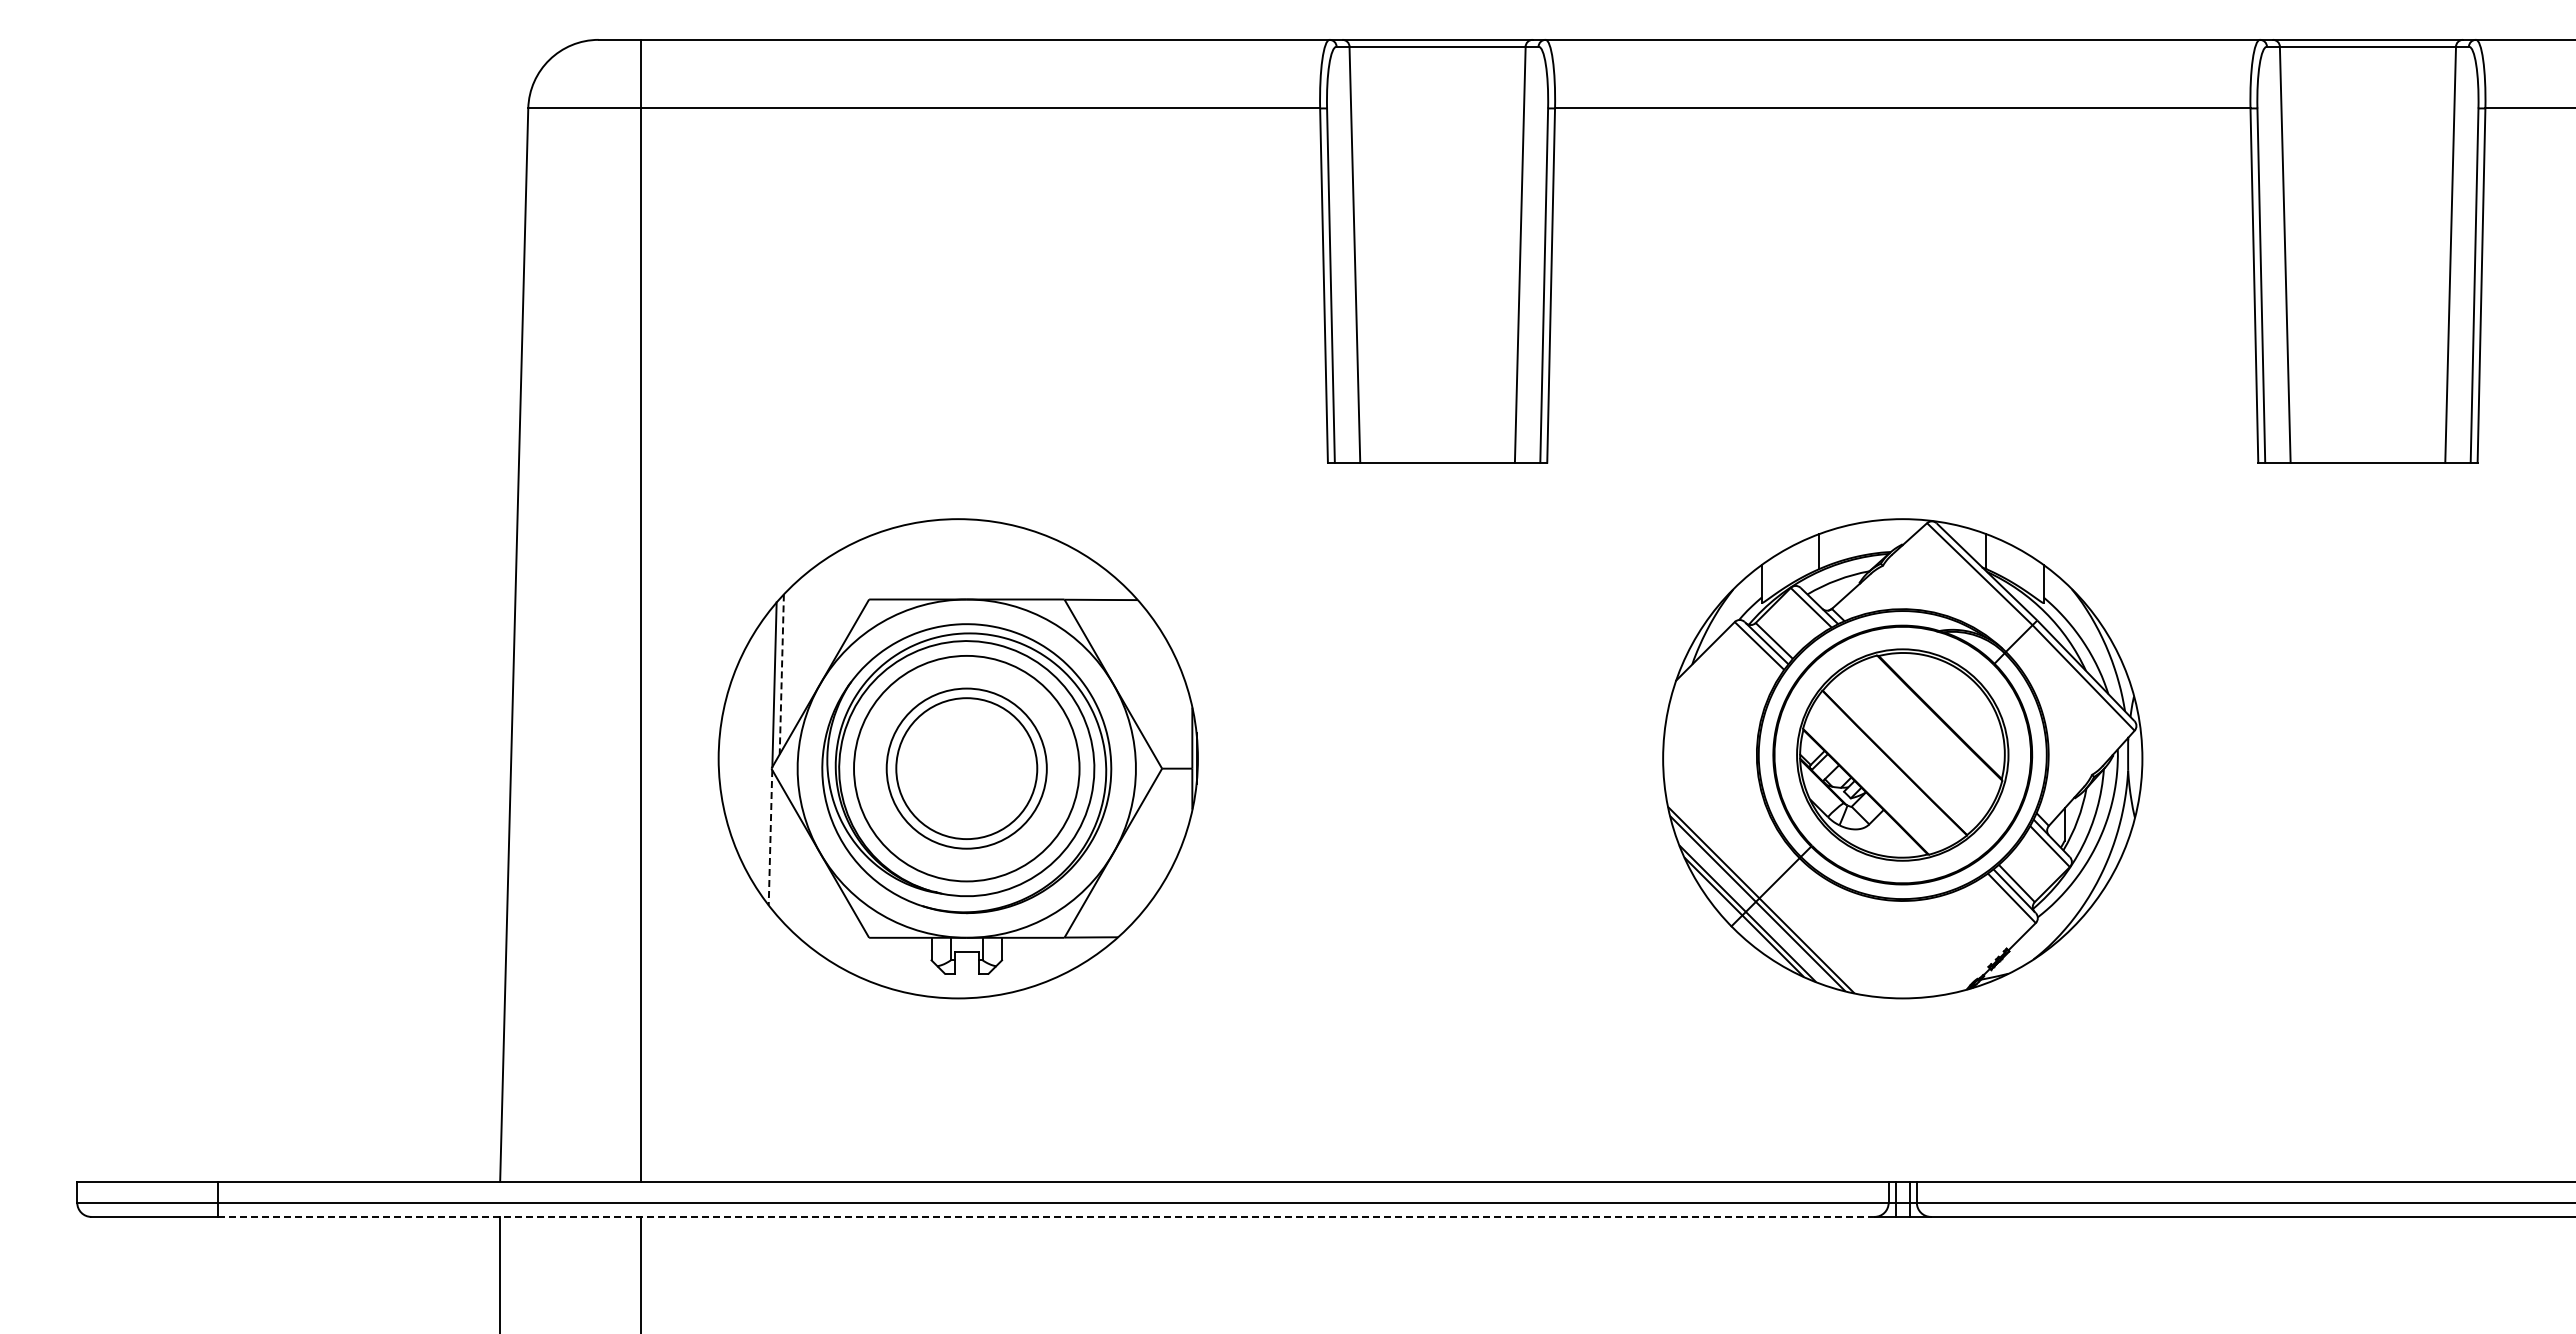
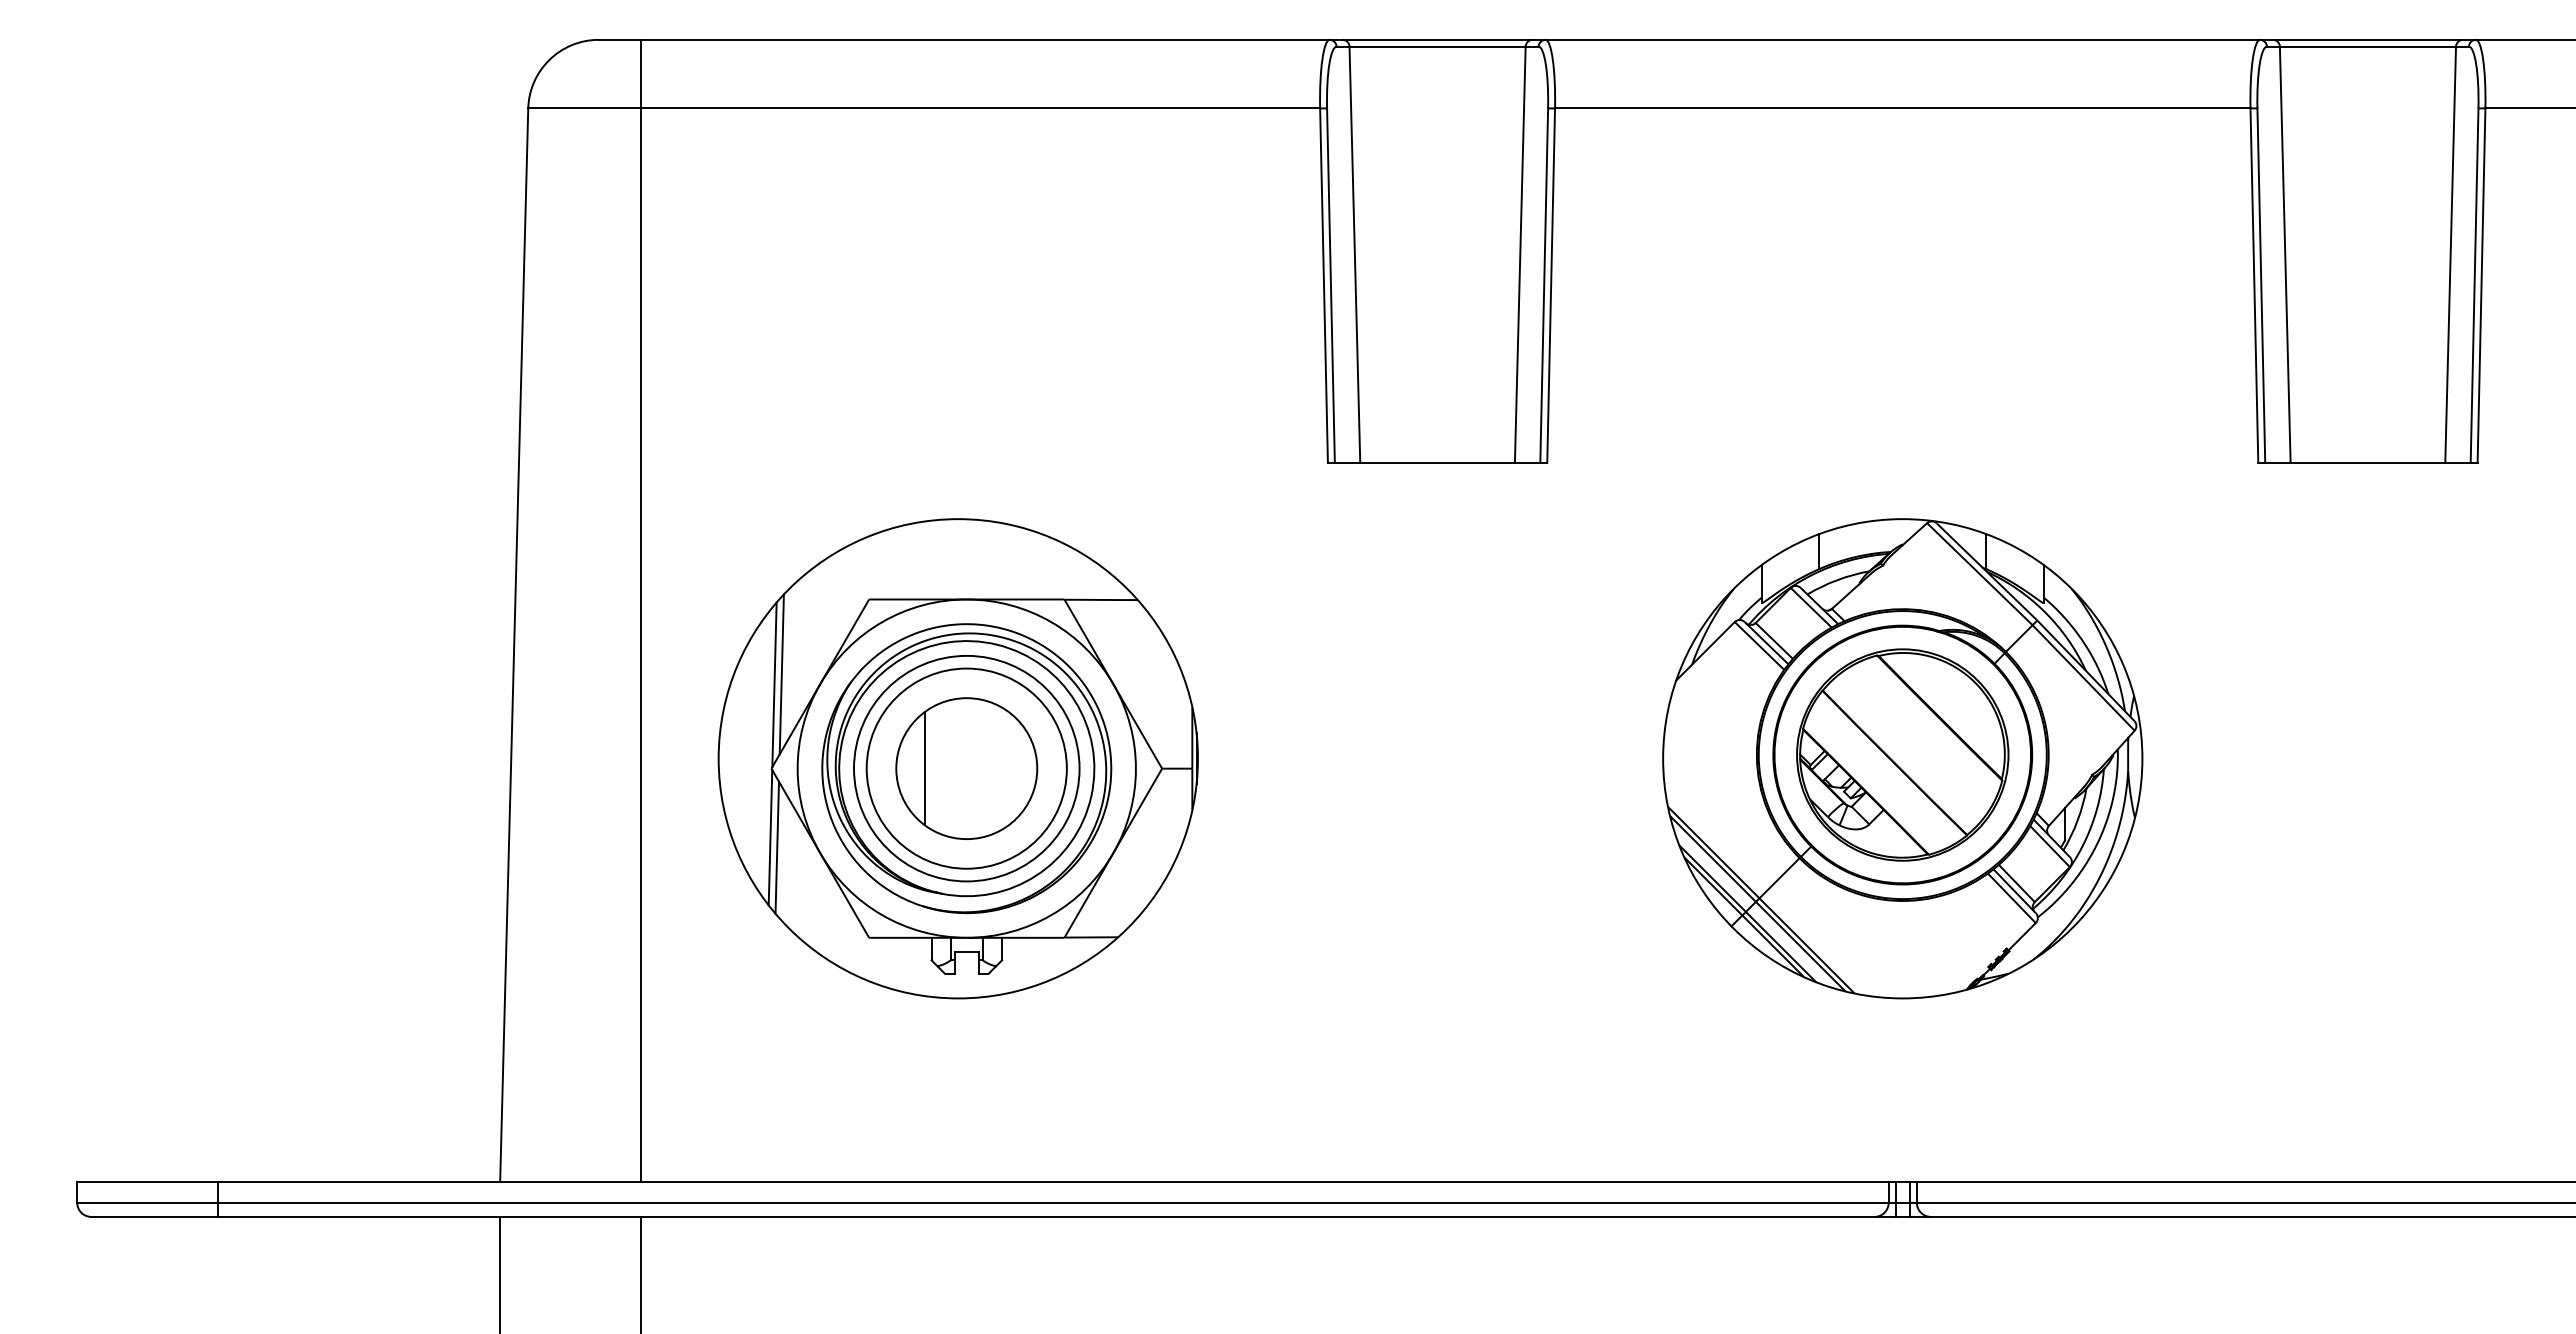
line at (781, 674): dashed -> solid
line at (924, 768): none -> present
circle at (966, 768) diameter: 160 px -> 200 px
line at (770, 837): dashed -> solid
line at (777, 847): none -> present
line at (1045, 1216): dashed -> solid
